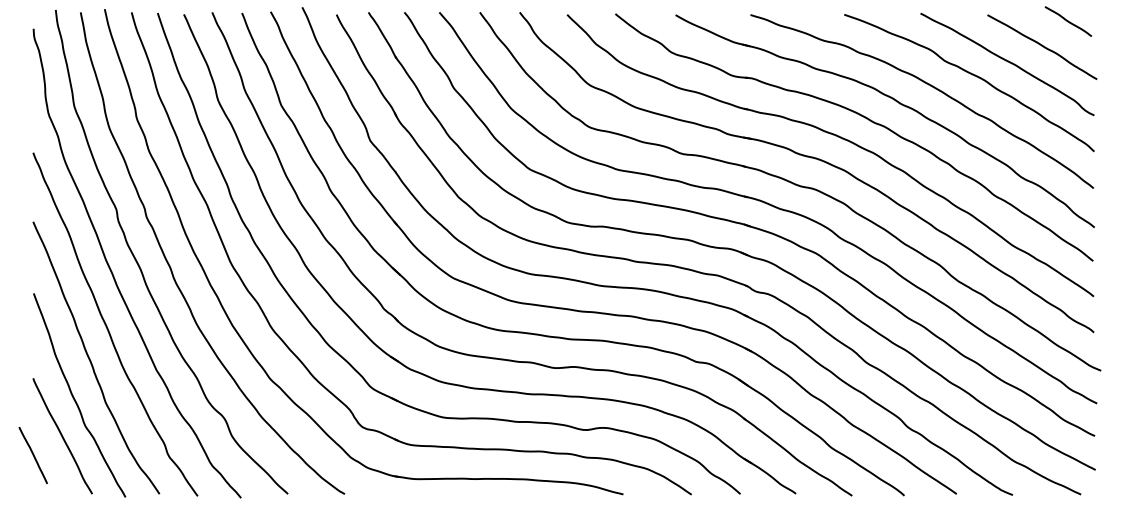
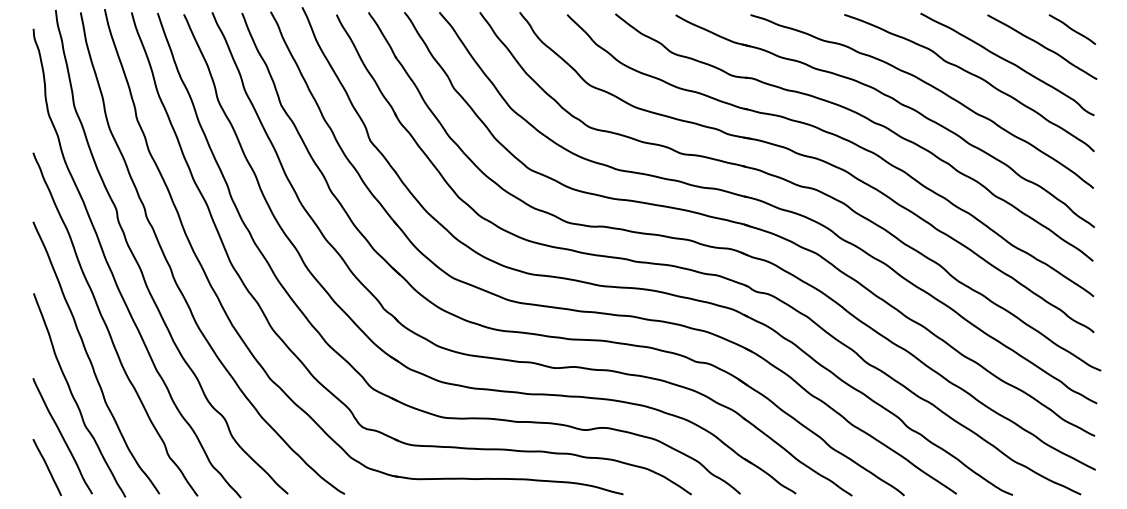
line at (1068, 21) position: (1068, 21) -> (1072, 29)
line at (32, 455) position: (32, 455) -> (46, 467)
